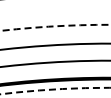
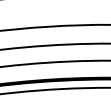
arc at (54, 26): dashed -> solid
circle at (55, 90): dashed -> solid
